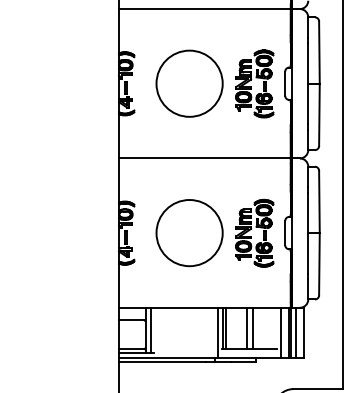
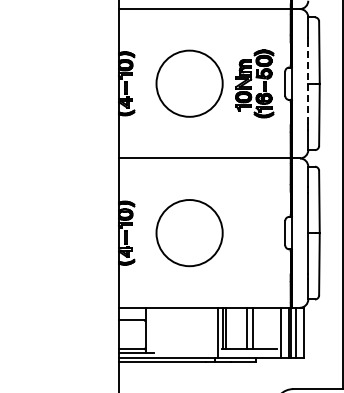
line at (308, 83): solid -> dashed
part at (254, 232): present -> none
line at (150, 330): present -> none
